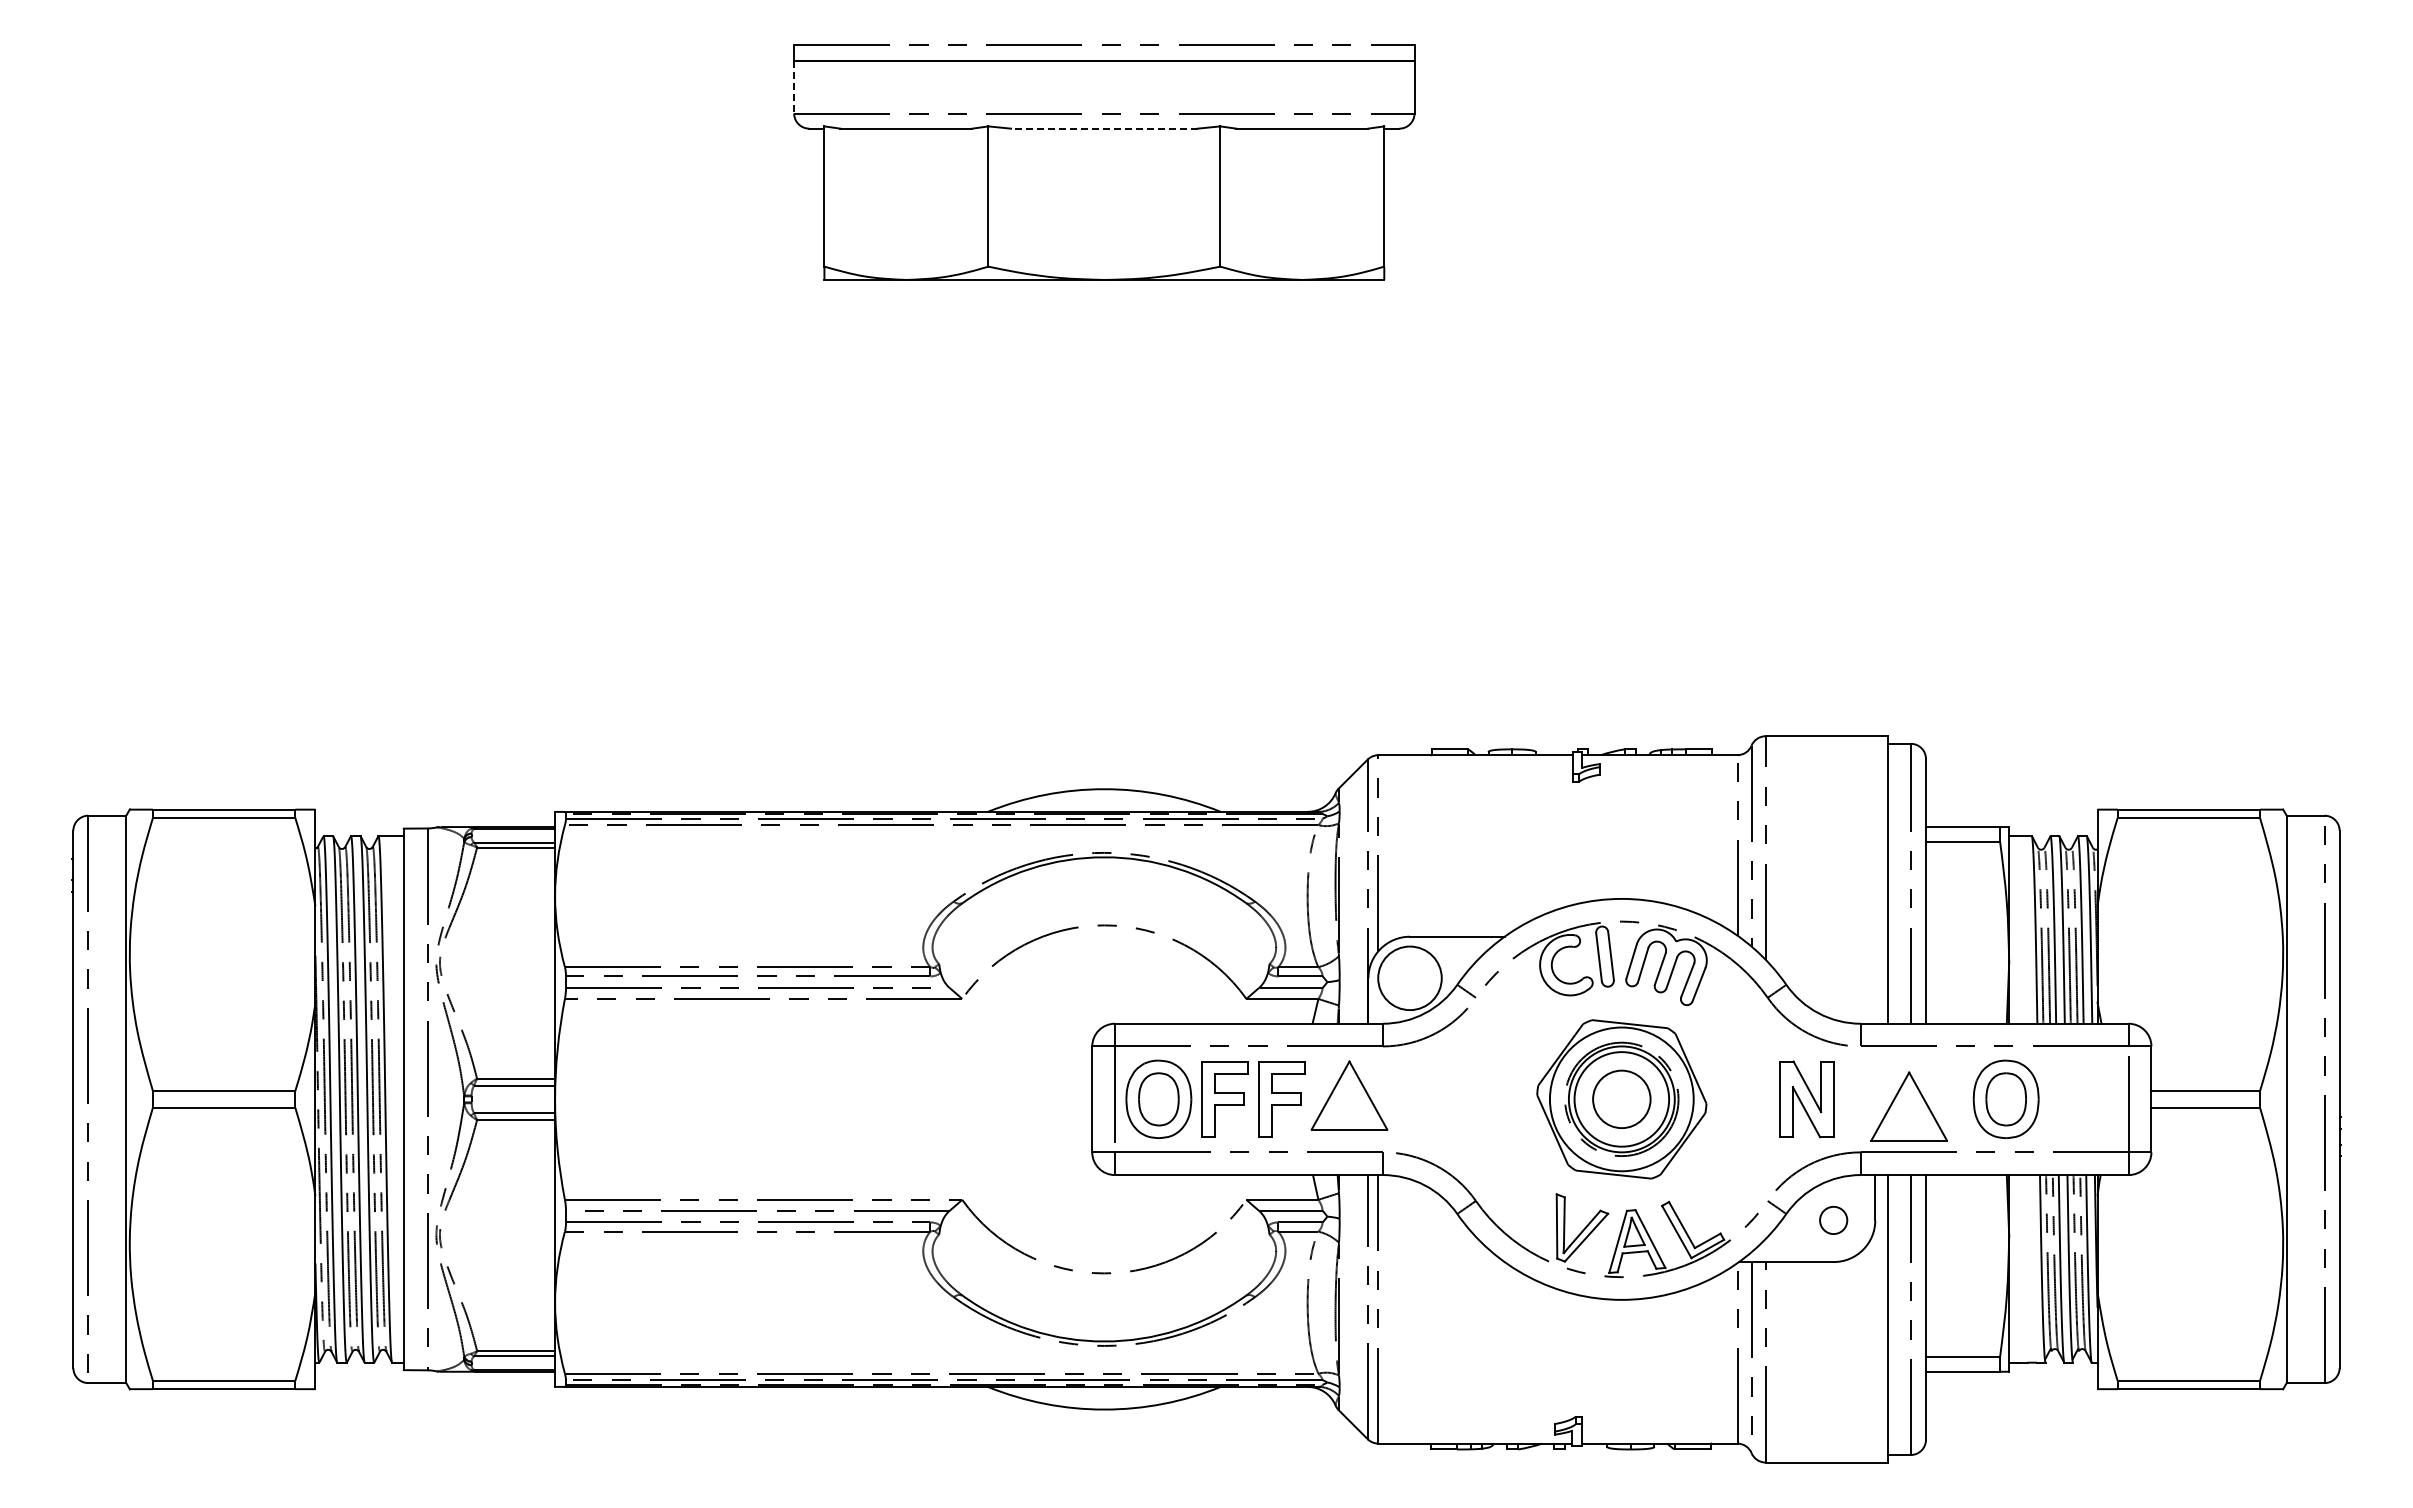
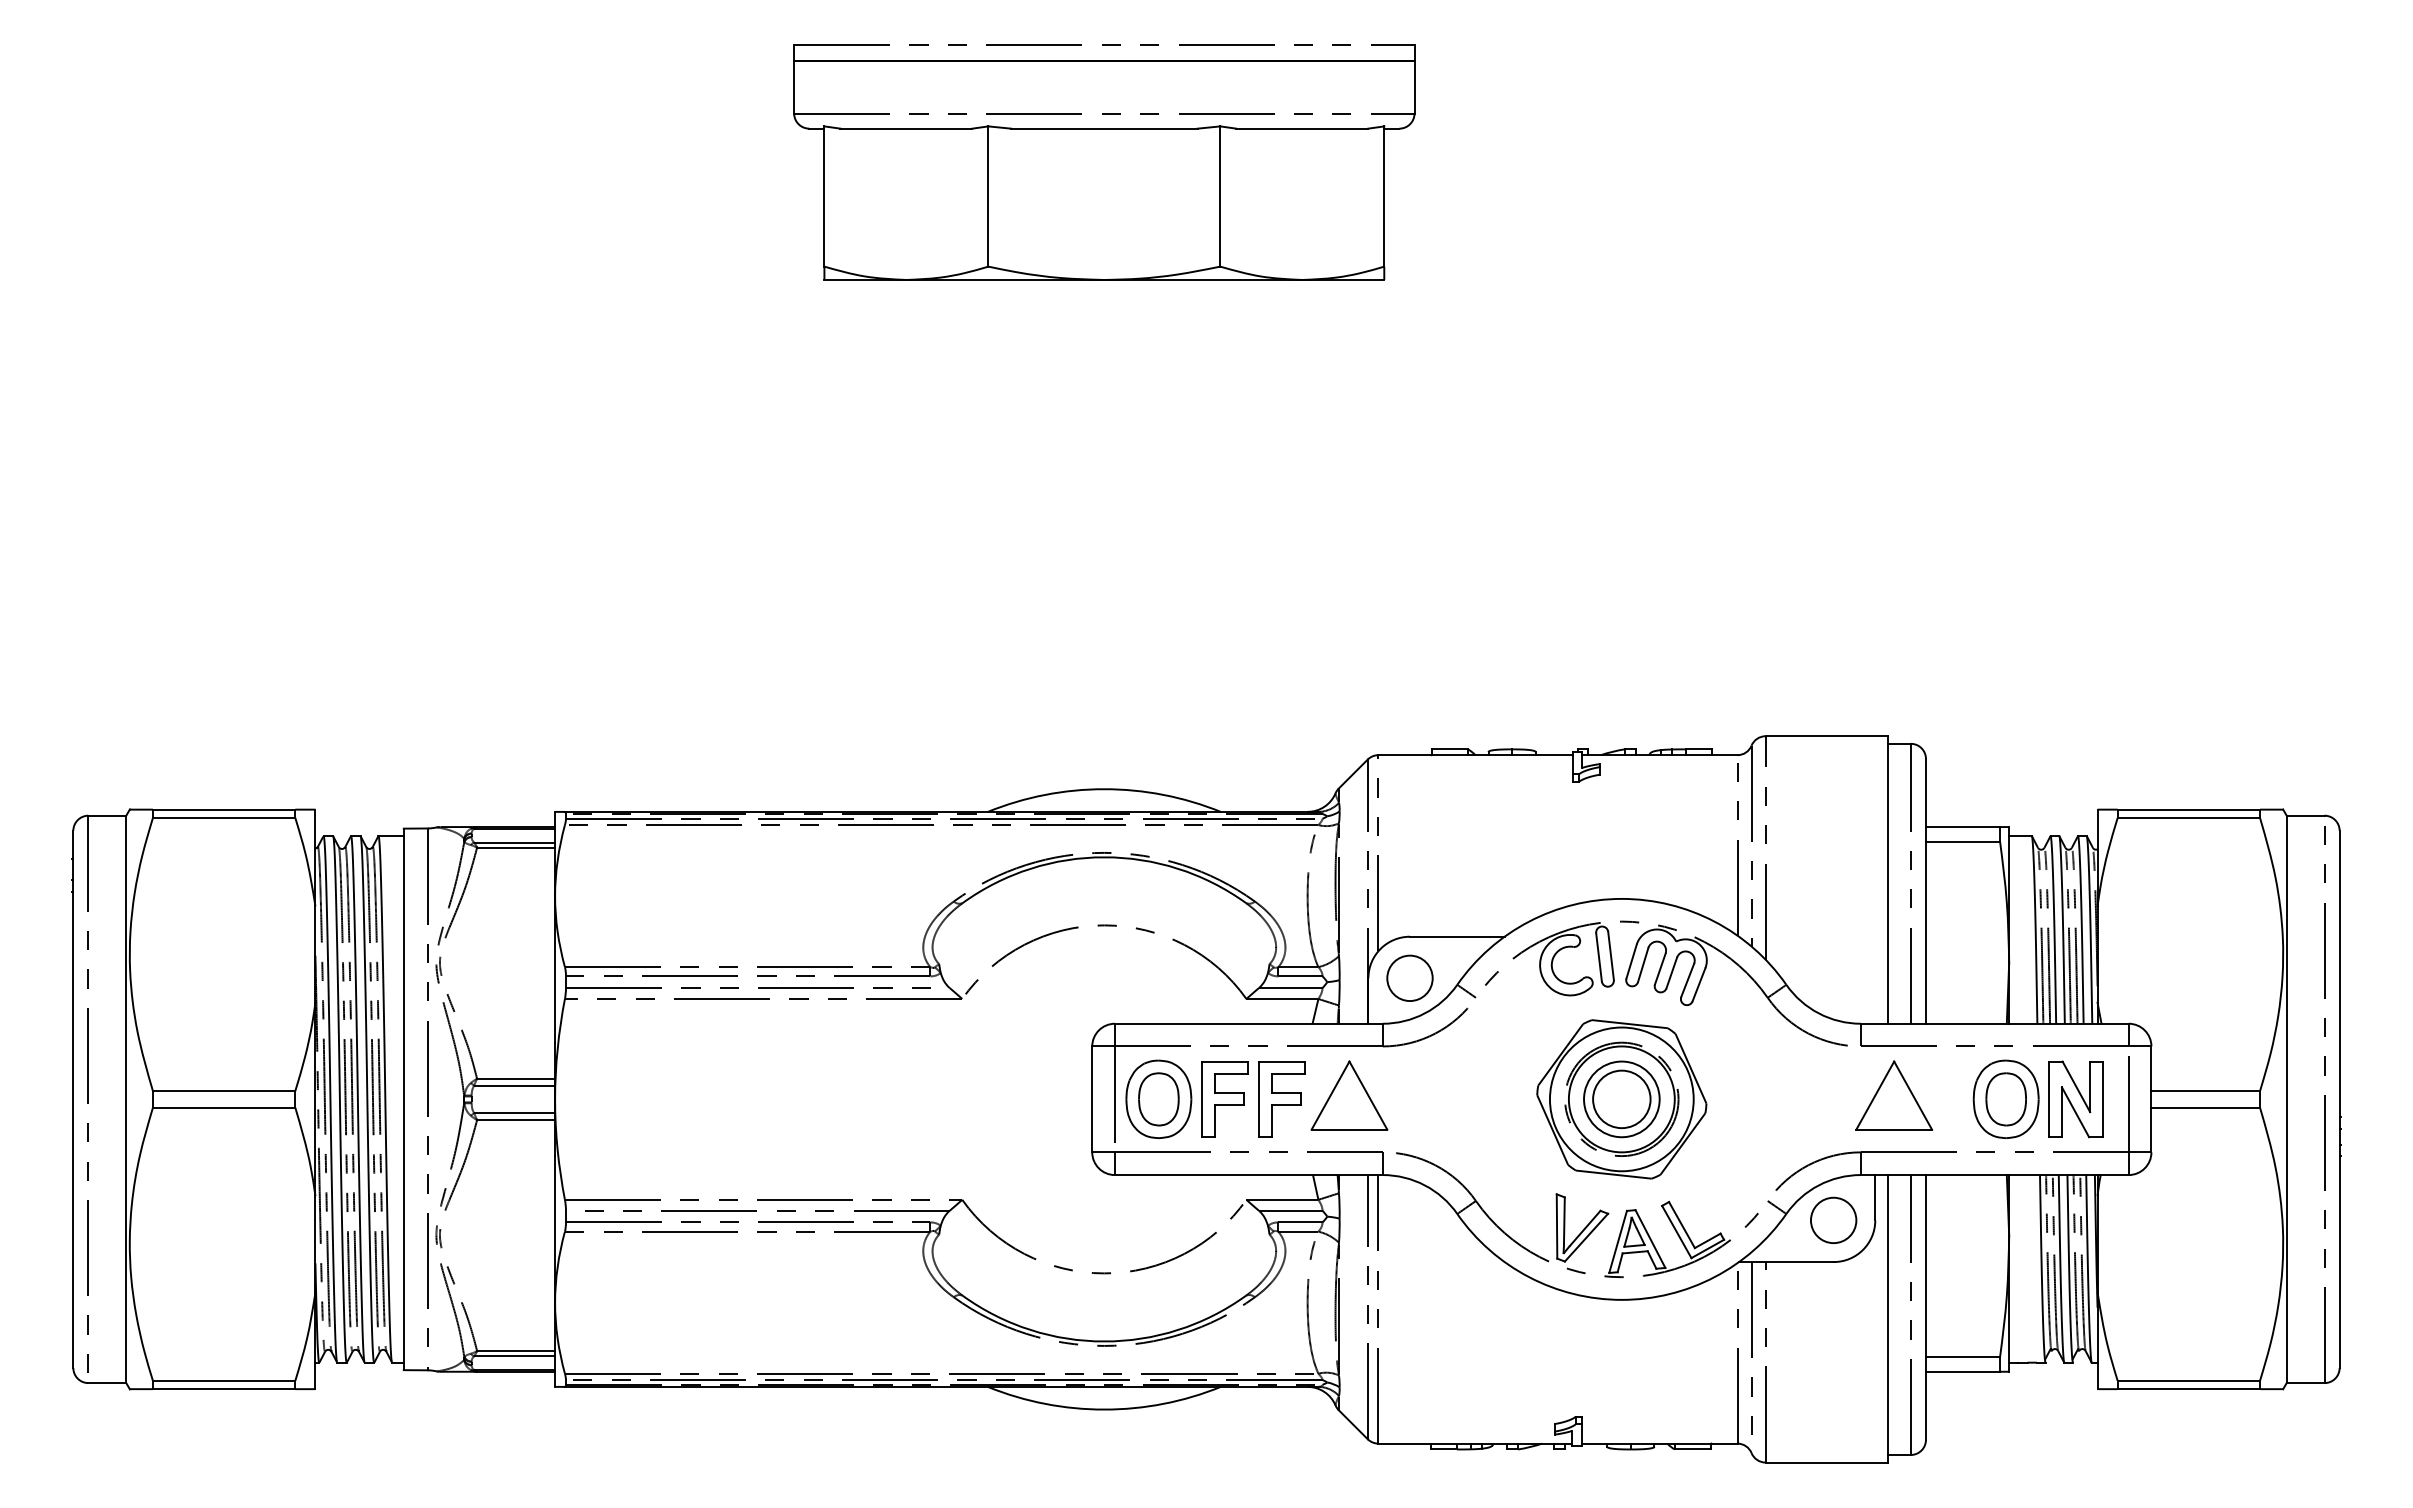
line at (794, 87): dashed -> solid
line at (1103, 128): dashed -> solid
circle at (1409, 978) diameter: 64 px -> 45 px
circle at (1621, 1099) diameter: 95 px -> 76 px
part at (1806, 1099) position: (1806, 1099) -> (2075, 1099)
part at (1908, 1106) position: (1908, 1106) -> (1893, 1095)
circle at (1833, 1220) diameter: 27 px -> 45 px
